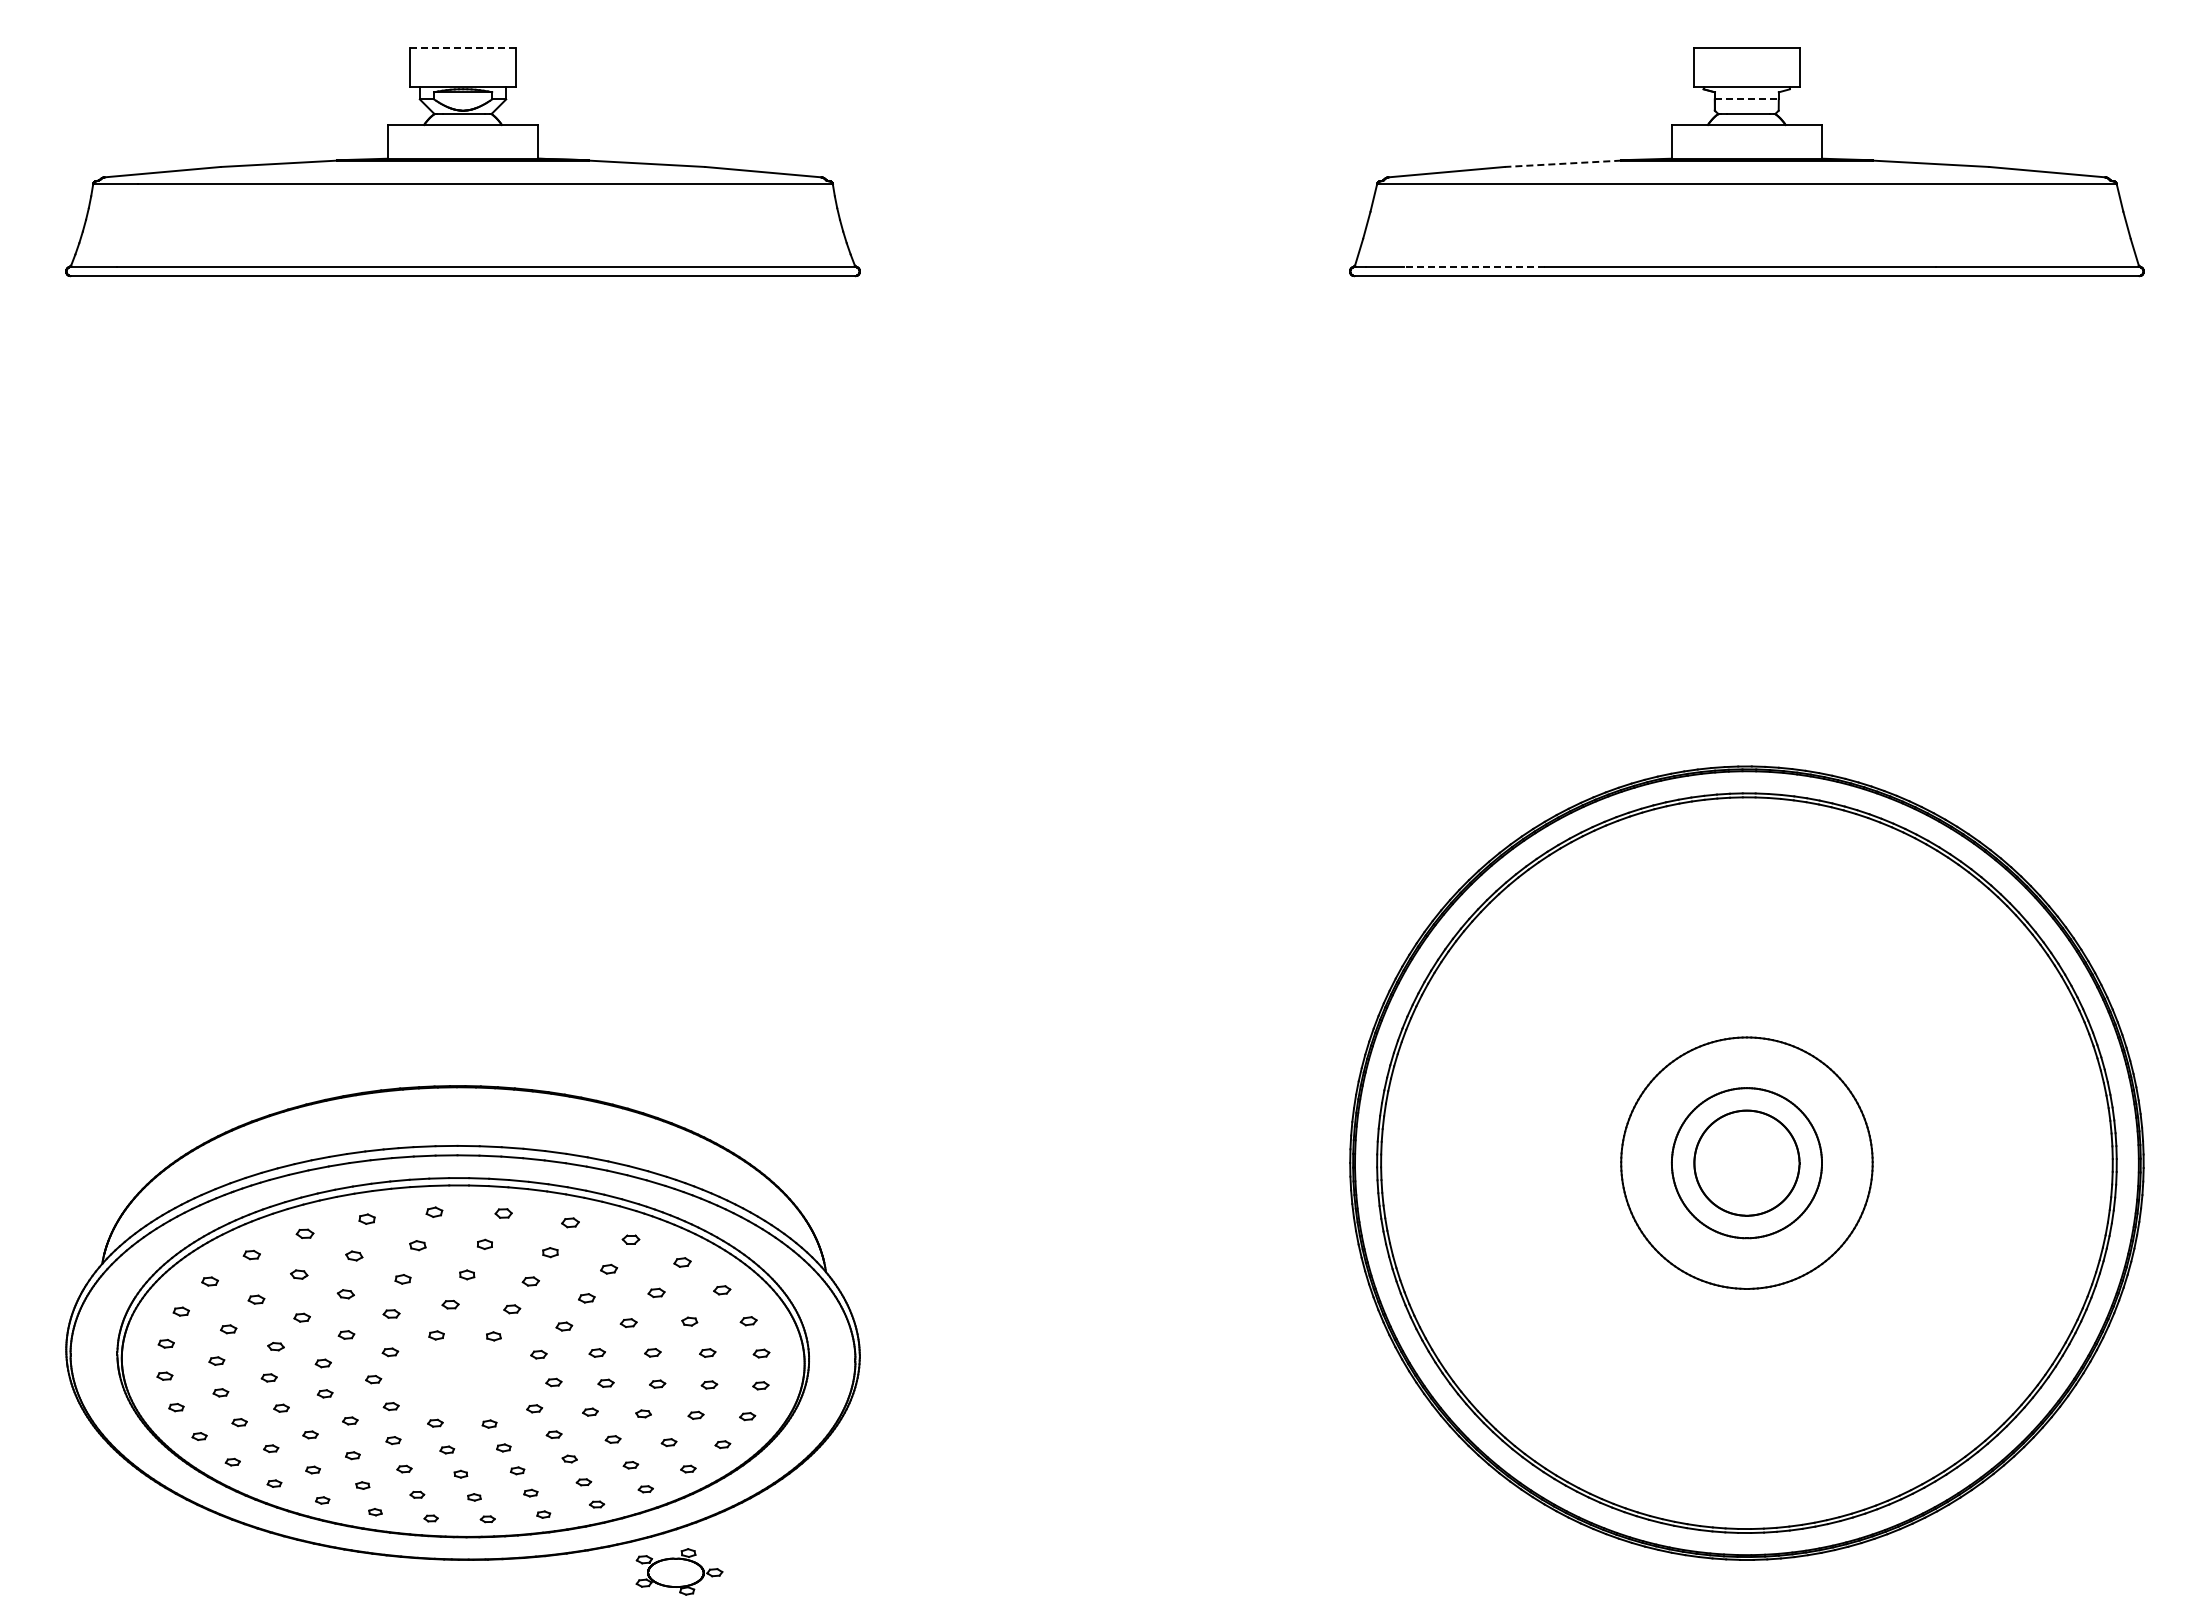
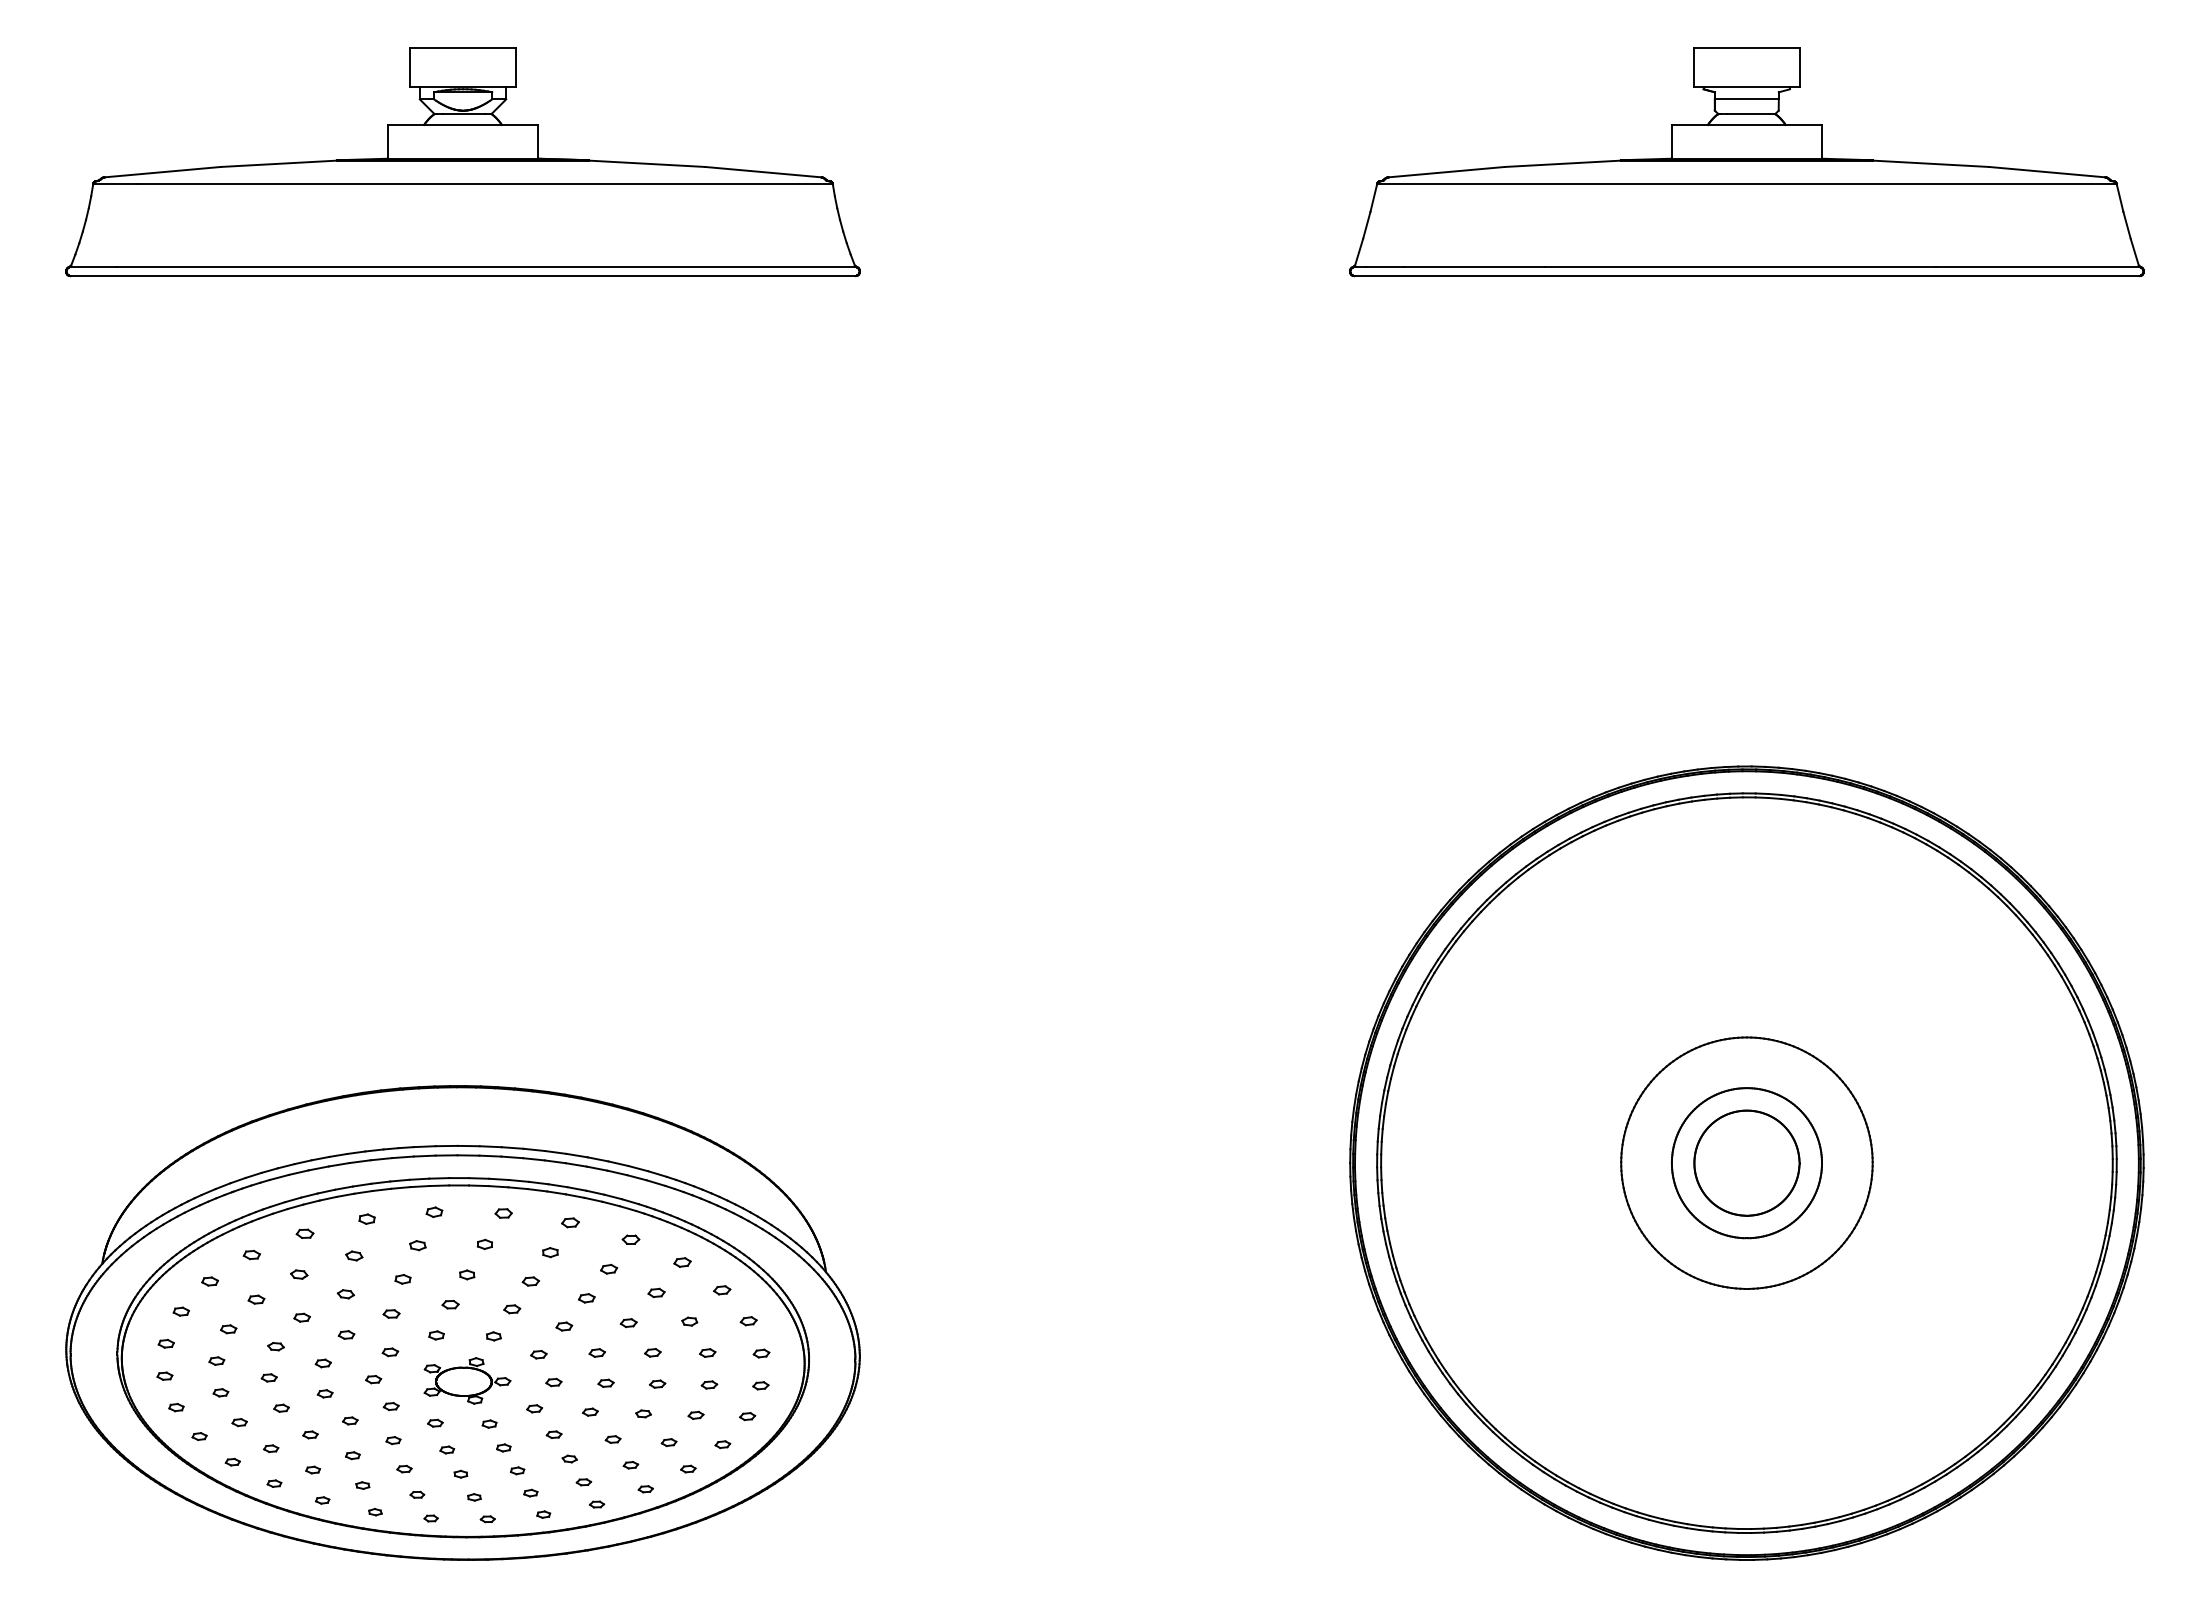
line at (463, 48): dashed -> solid
line at (1746, 99): dashed -> solid
line at (1562, 163): dashed -> solid
line at (1474, 267): dashed -> solid
part at (679, 1571) position: (679, 1571) -> (467, 1380)
